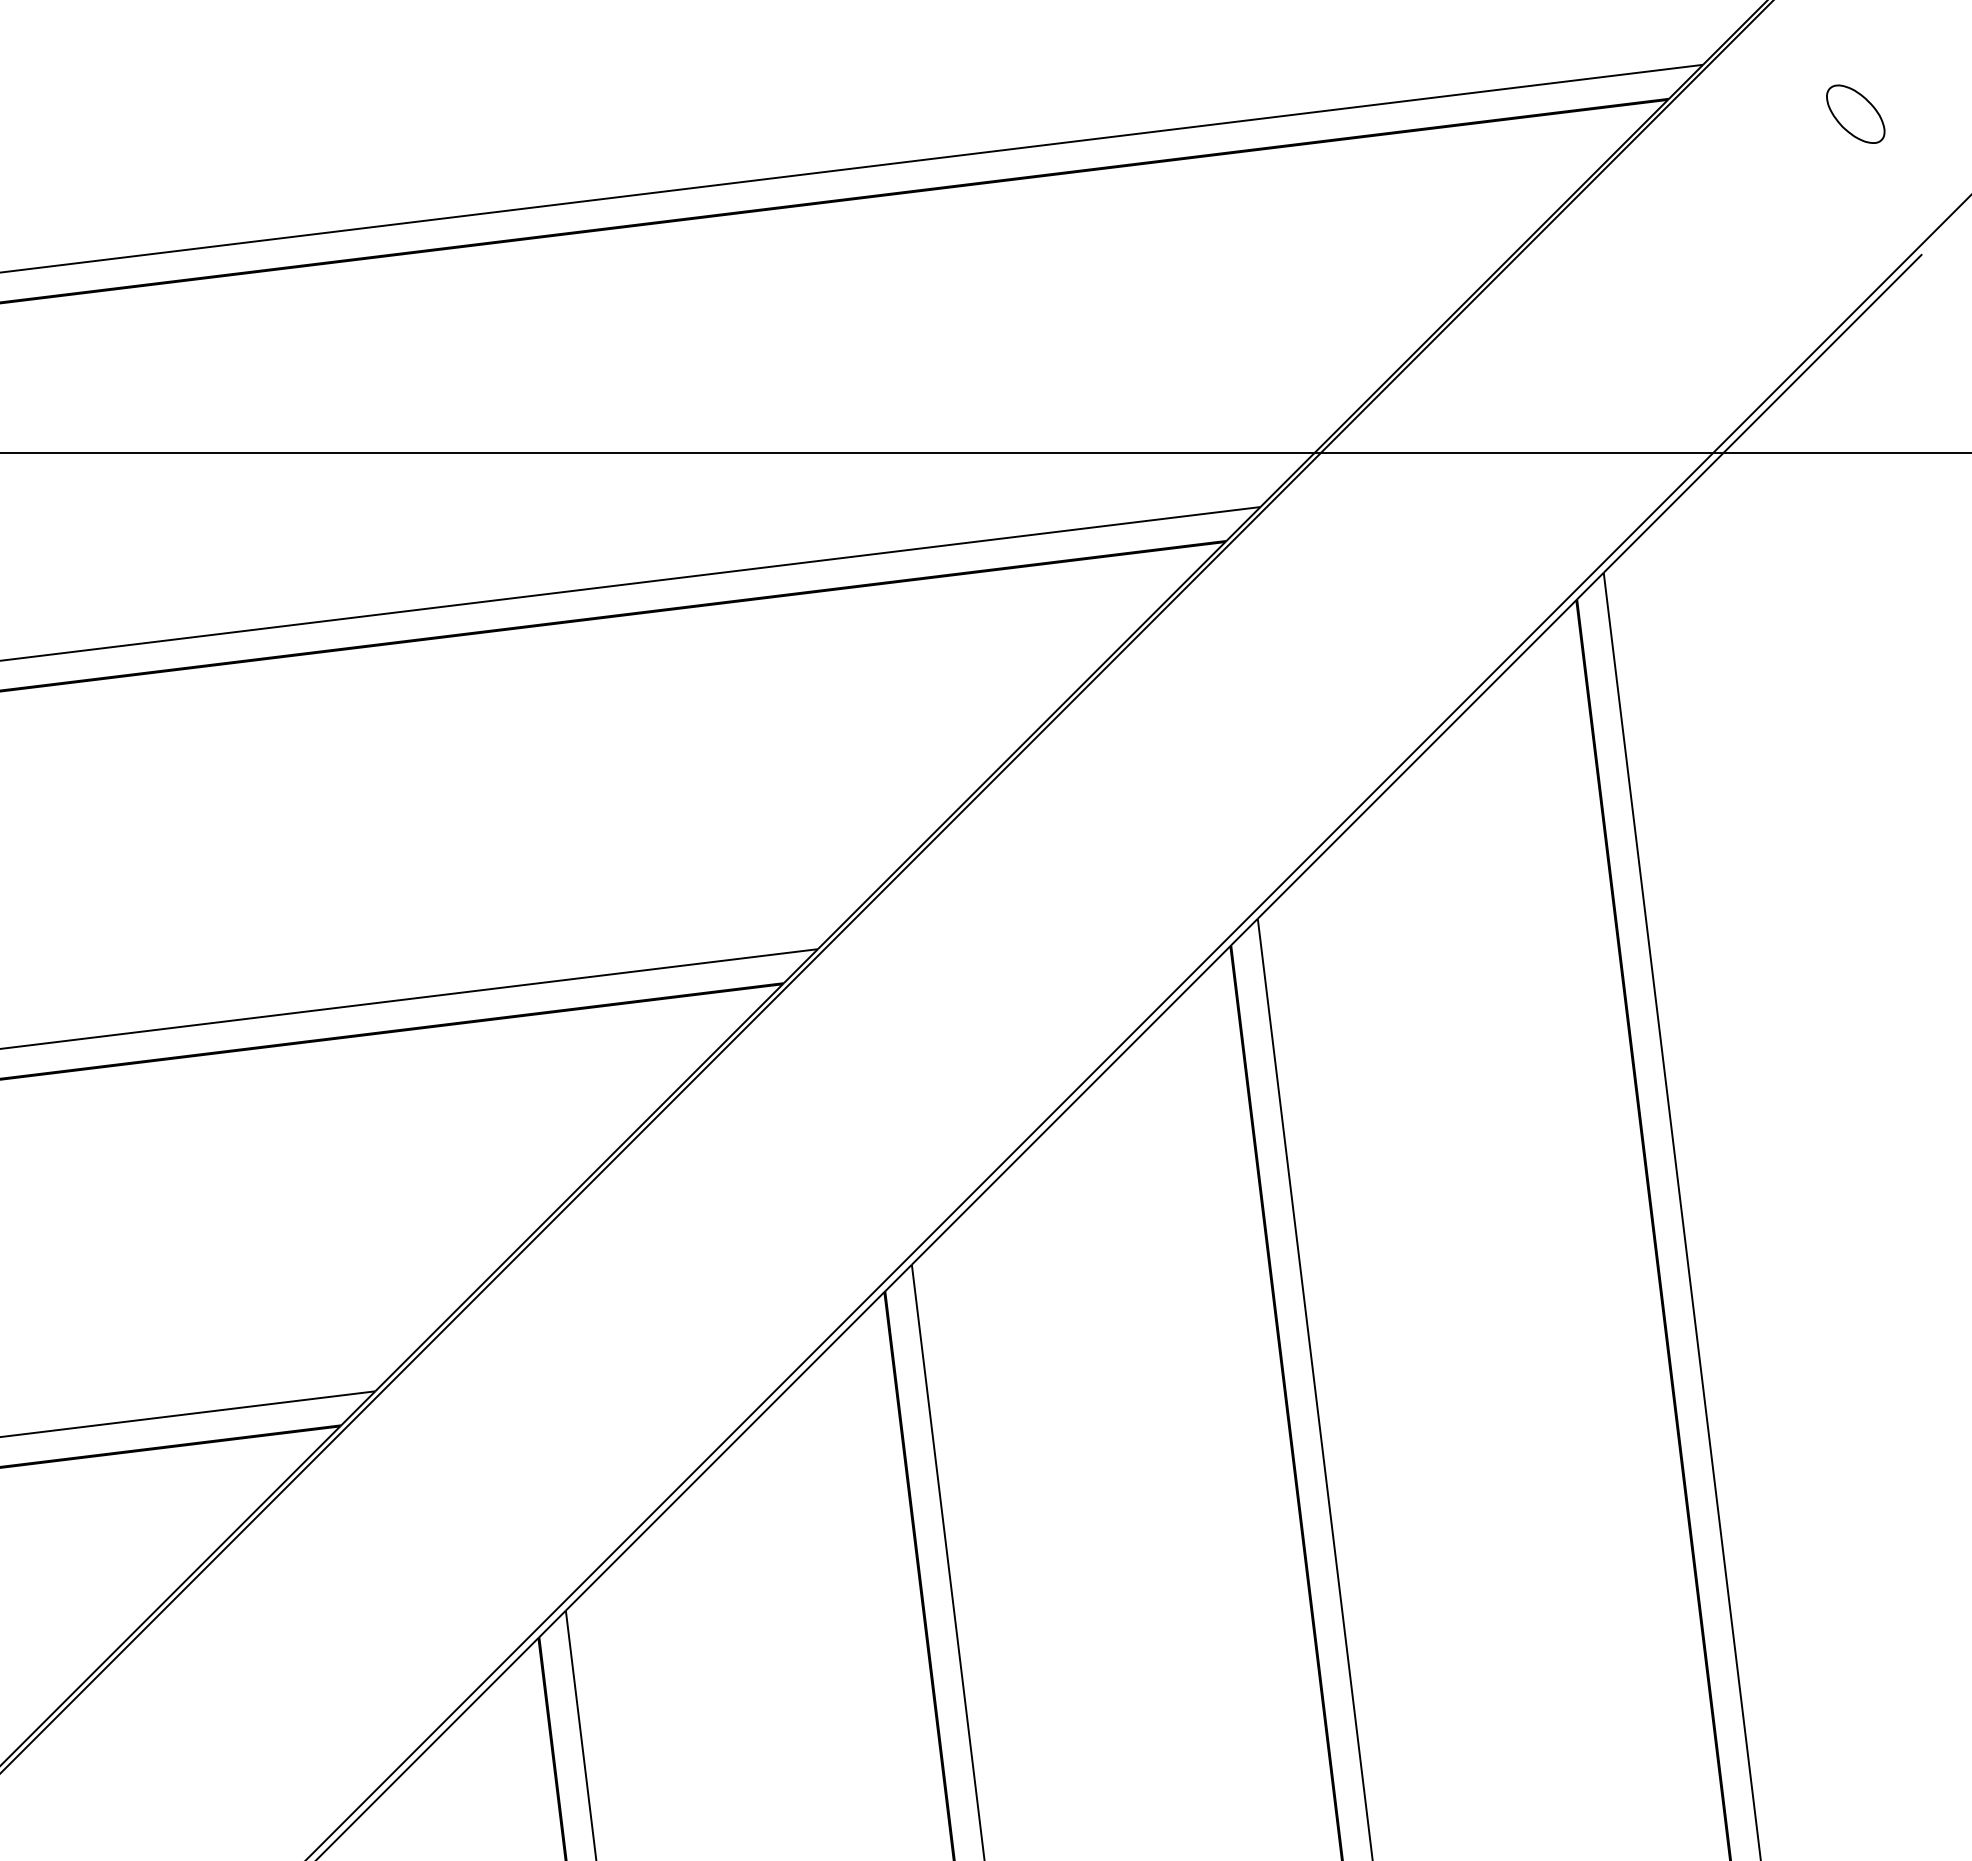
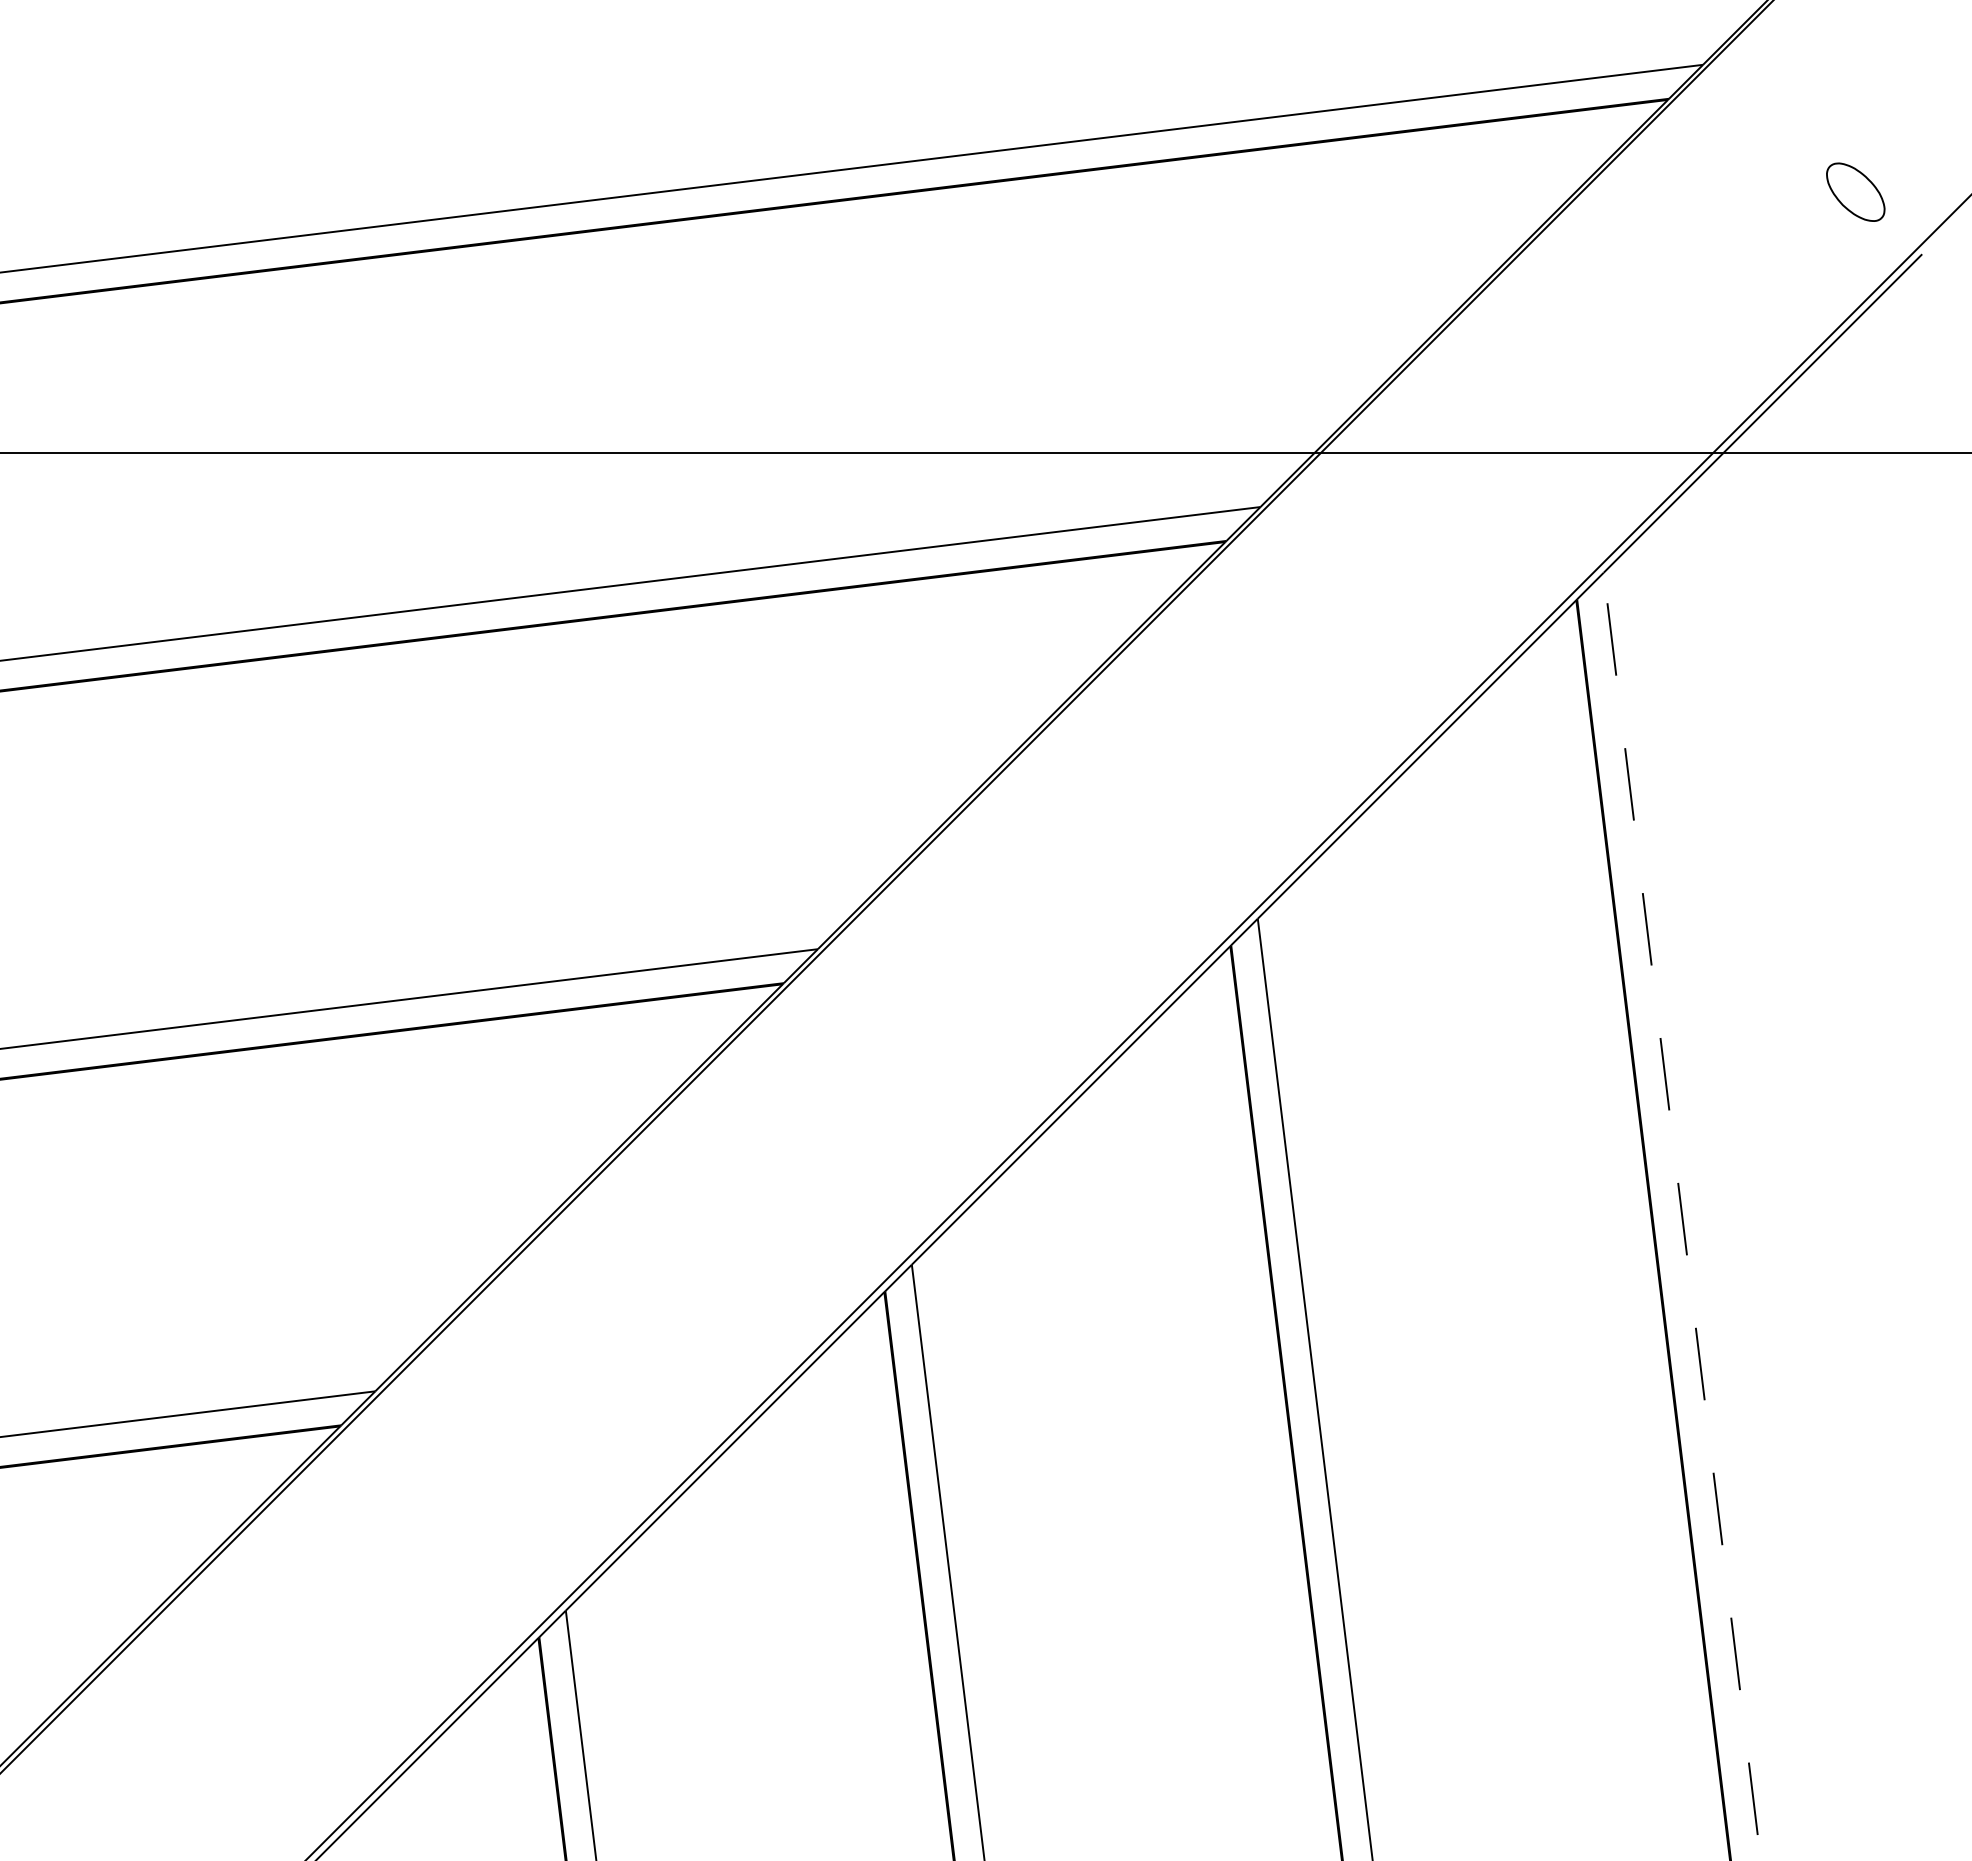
part at (1855, 113) position: (1855, 113) -> (1855, 191)
line at (1682, 1215): solid -> dashed
